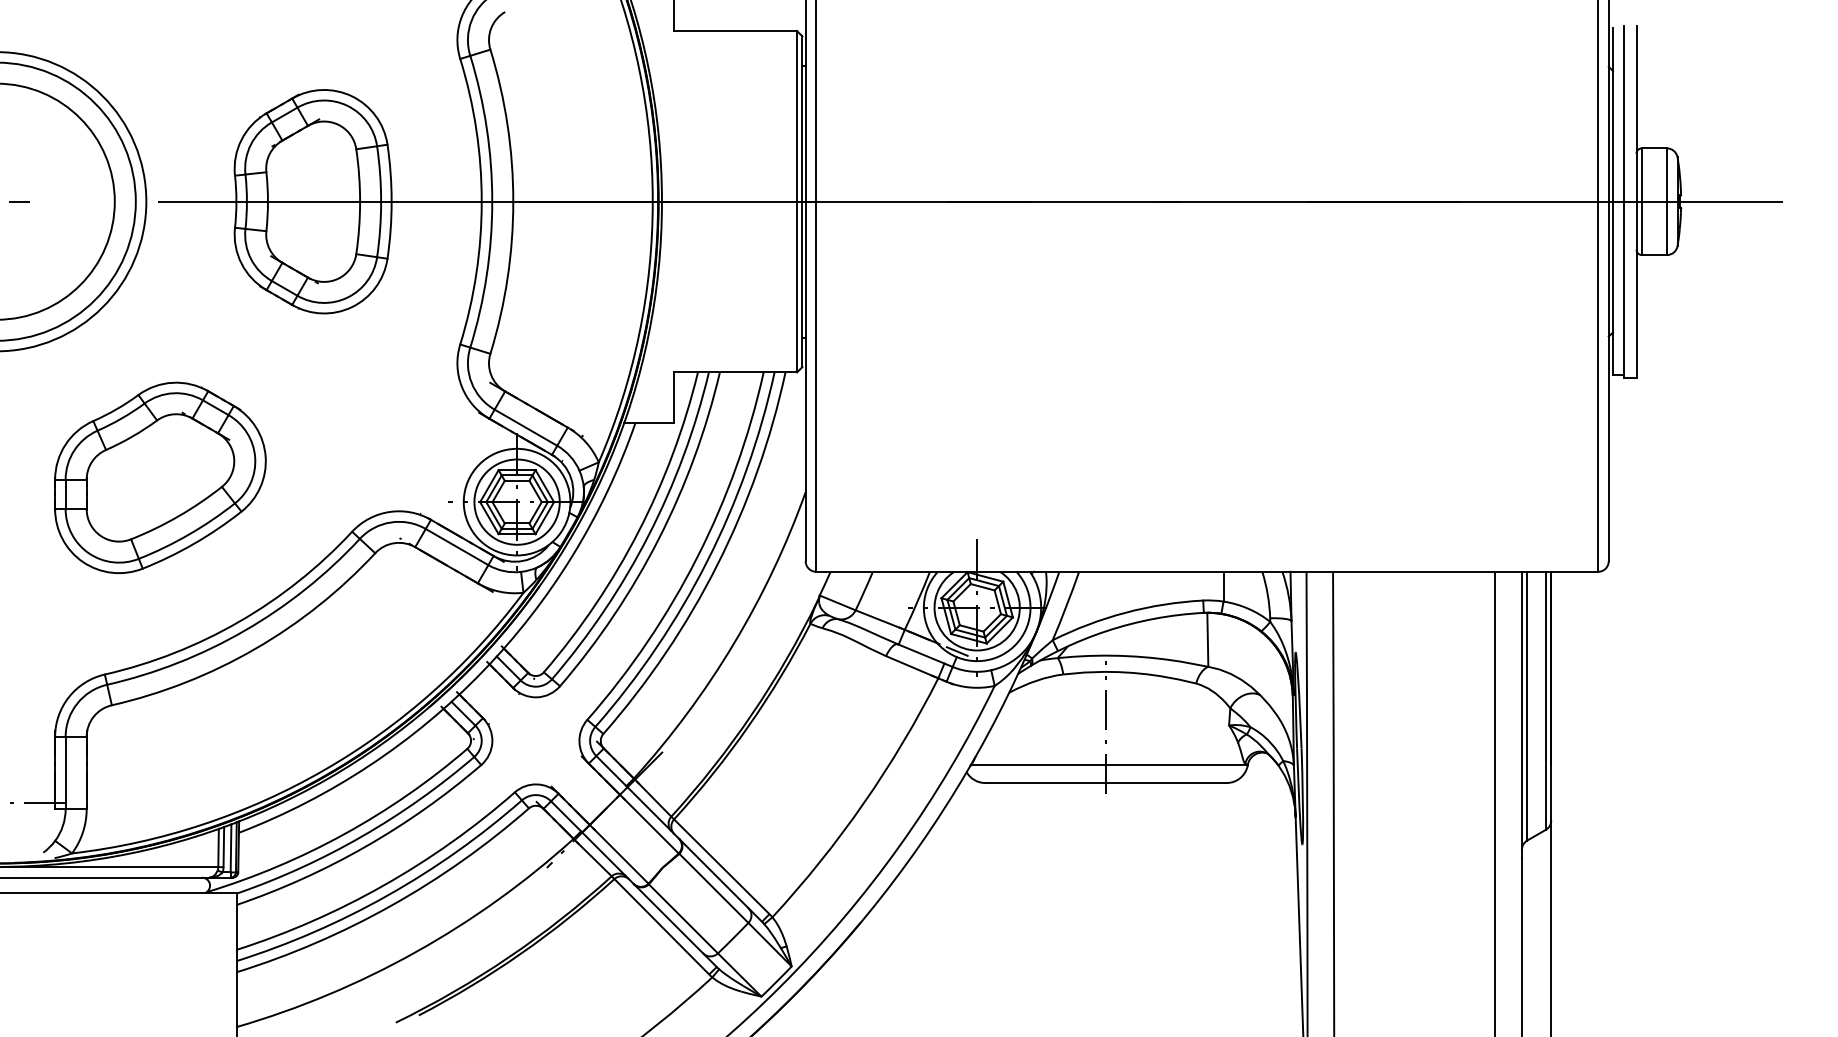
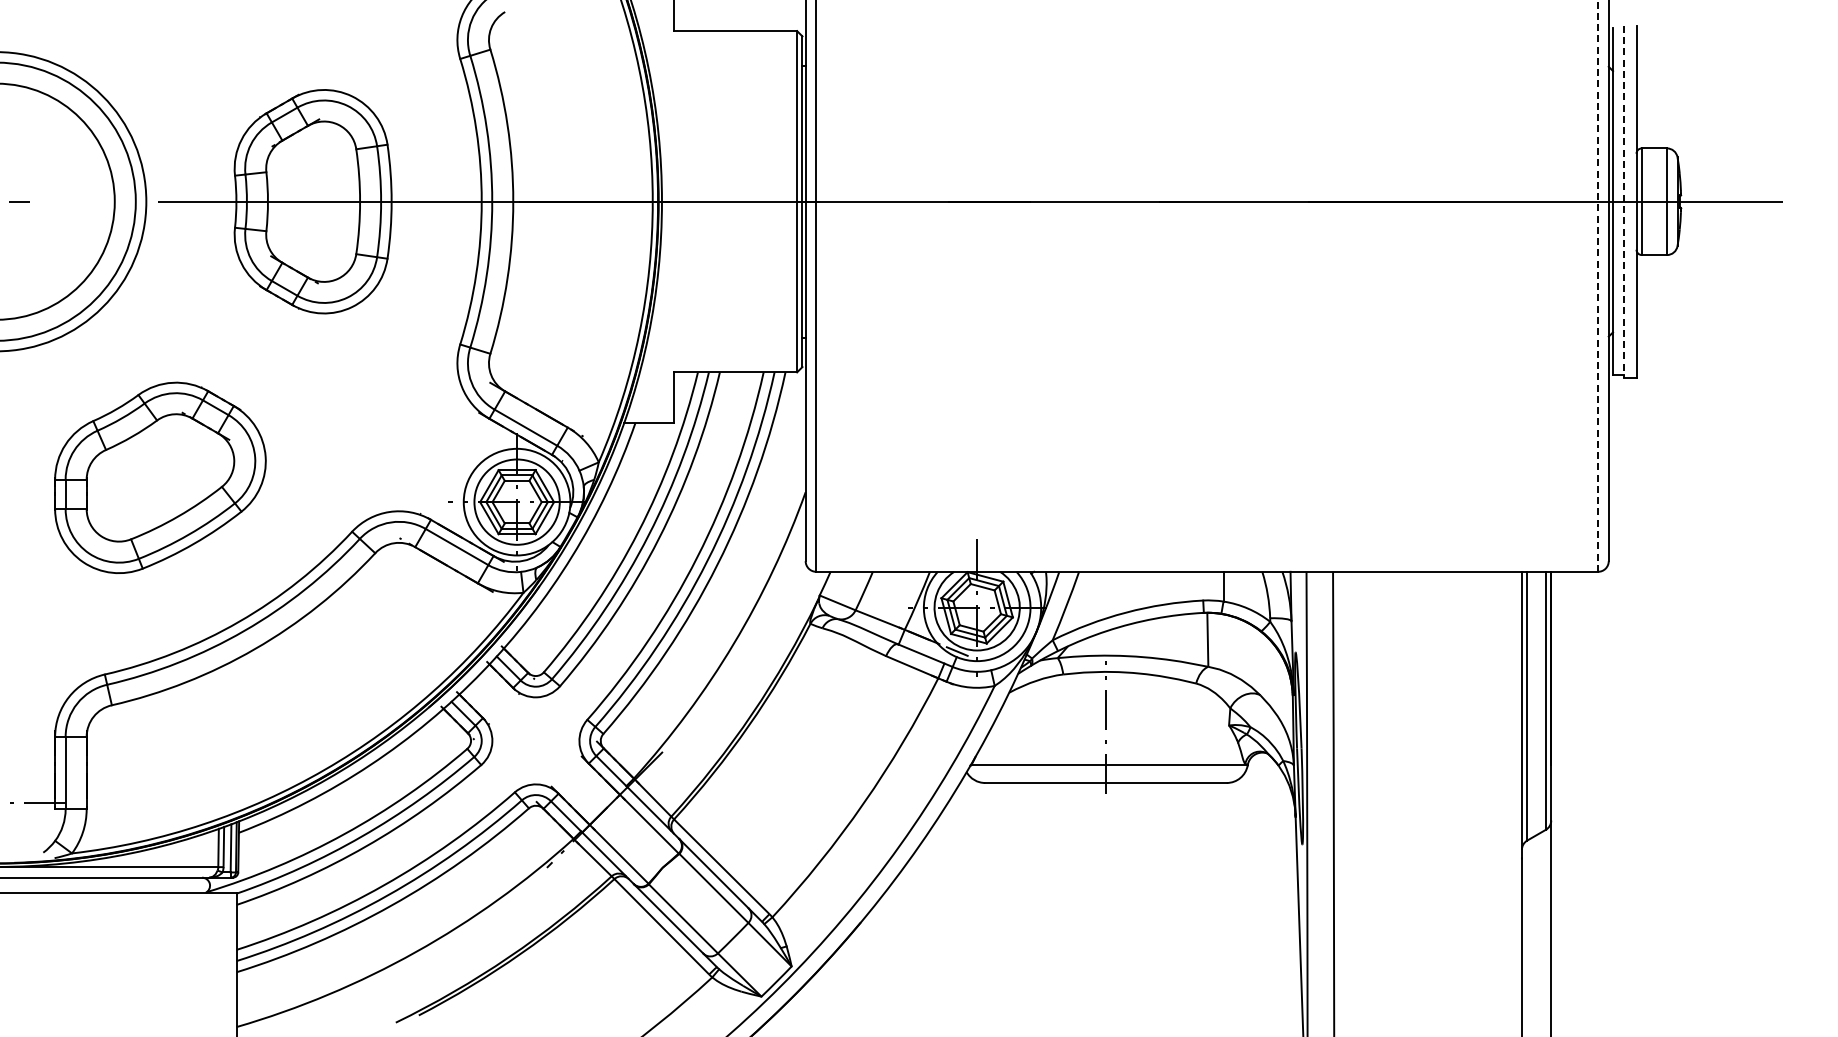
line at (1623, 201): solid -> dashed
line at (1598, 286): solid -> dashed
line at (1495, 802): present -> none
